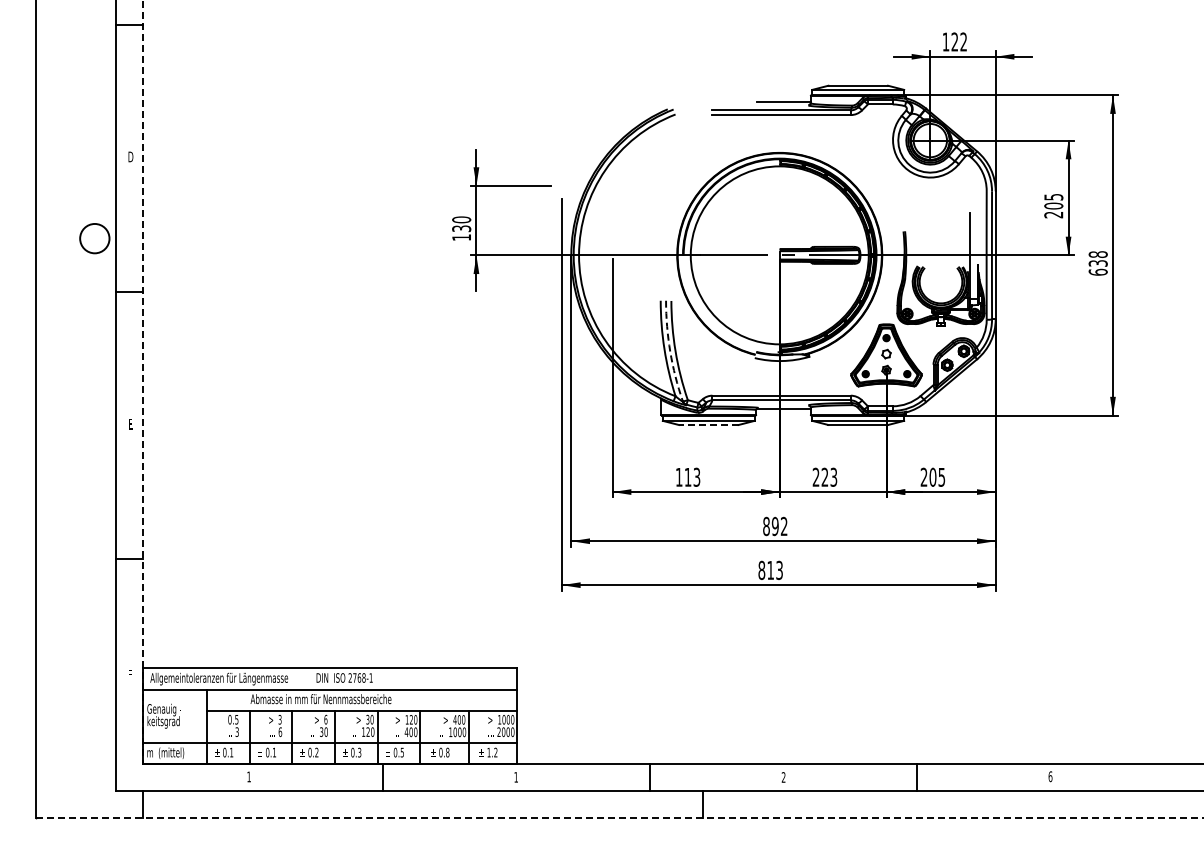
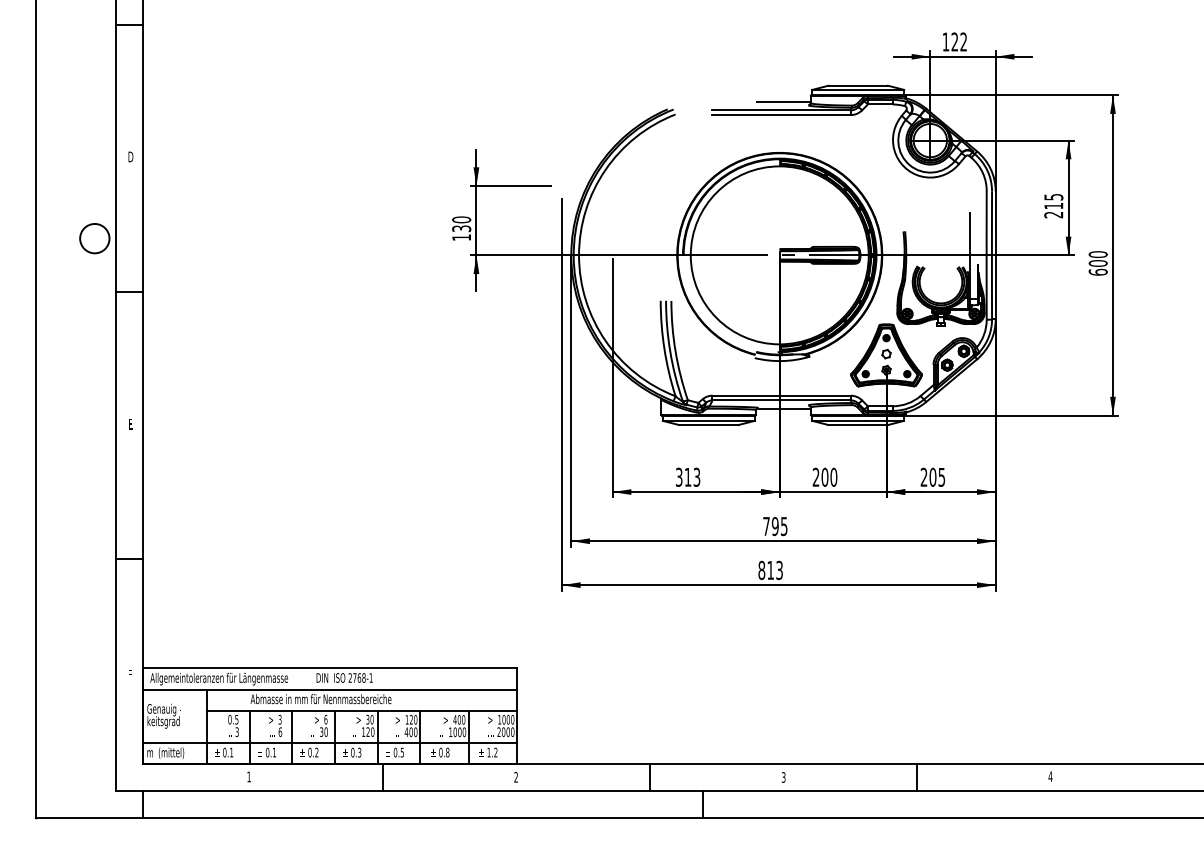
text at (1053, 205): 205 -> 215
text at (1097, 258): 638 -> 600
arc at (670, 351): dashed -> solid
line at (142, 382): dashed -> solid
line at (708, 425): dashed -> solid
text at (678, 476): 113 -> 313
text at (829, 476): 223 -> 200
text at (775, 526): 892 -> 795
text at (1050, 776): 6 -> 4
text at (515, 777): 1 -> 2
text at (783, 777): 2 -> 3
line at (619, 817): dashed -> solid
